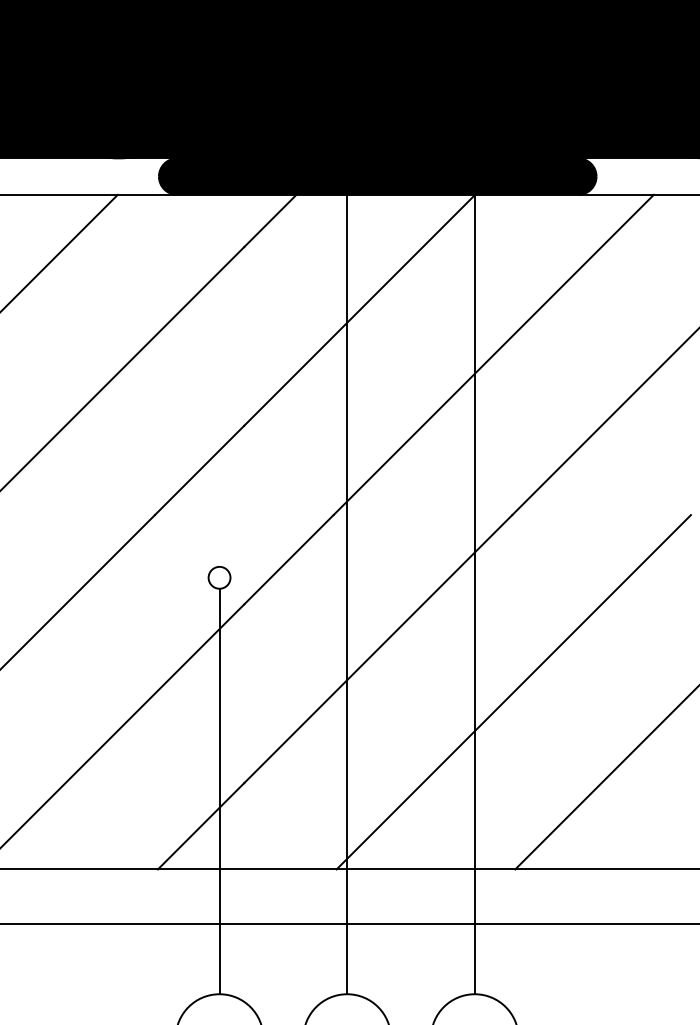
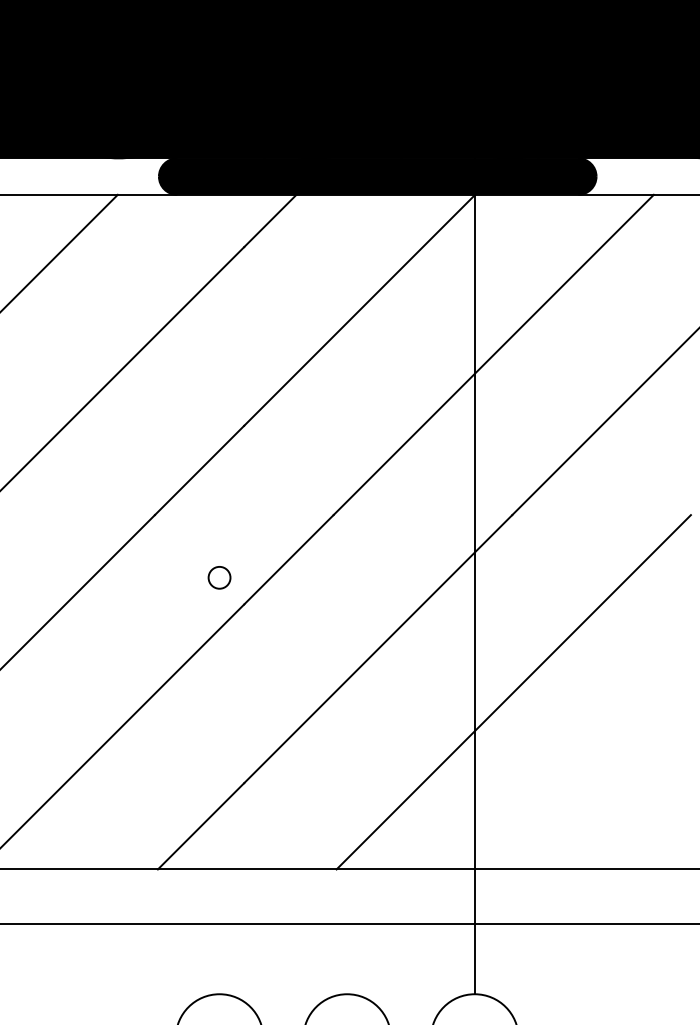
line at (347, 588): present -> none
line at (605, 778): present -> none
line at (219, 791): present -> none
